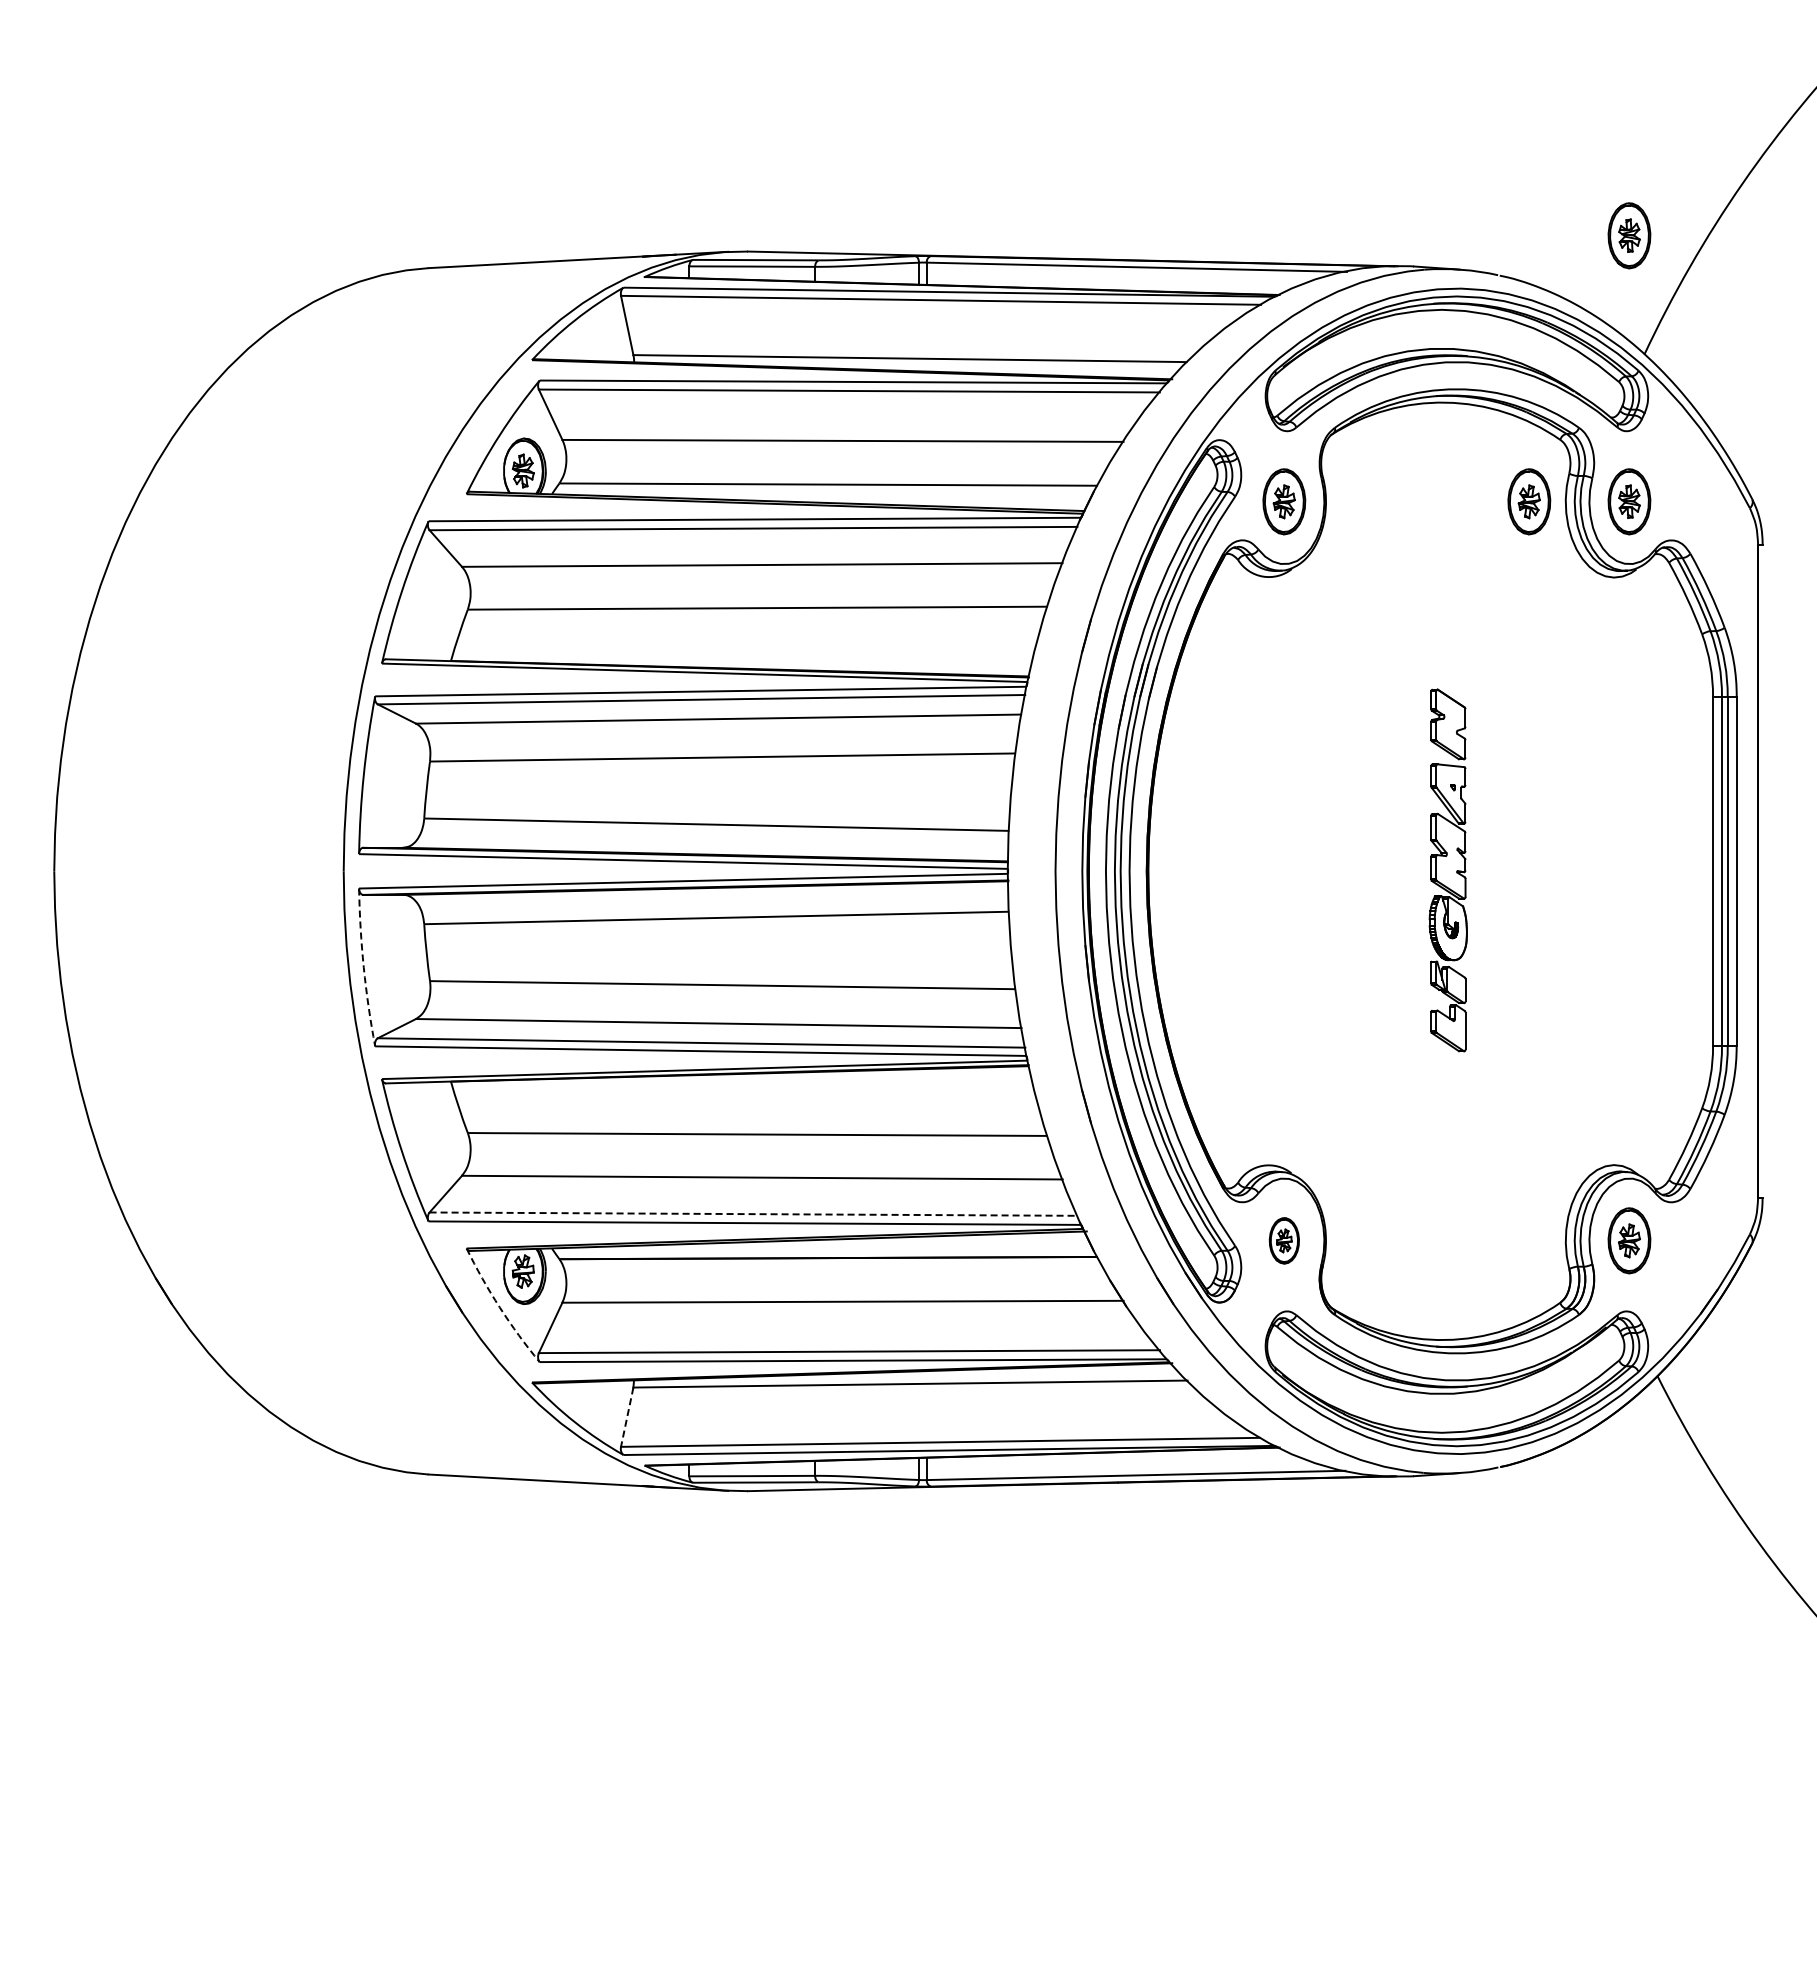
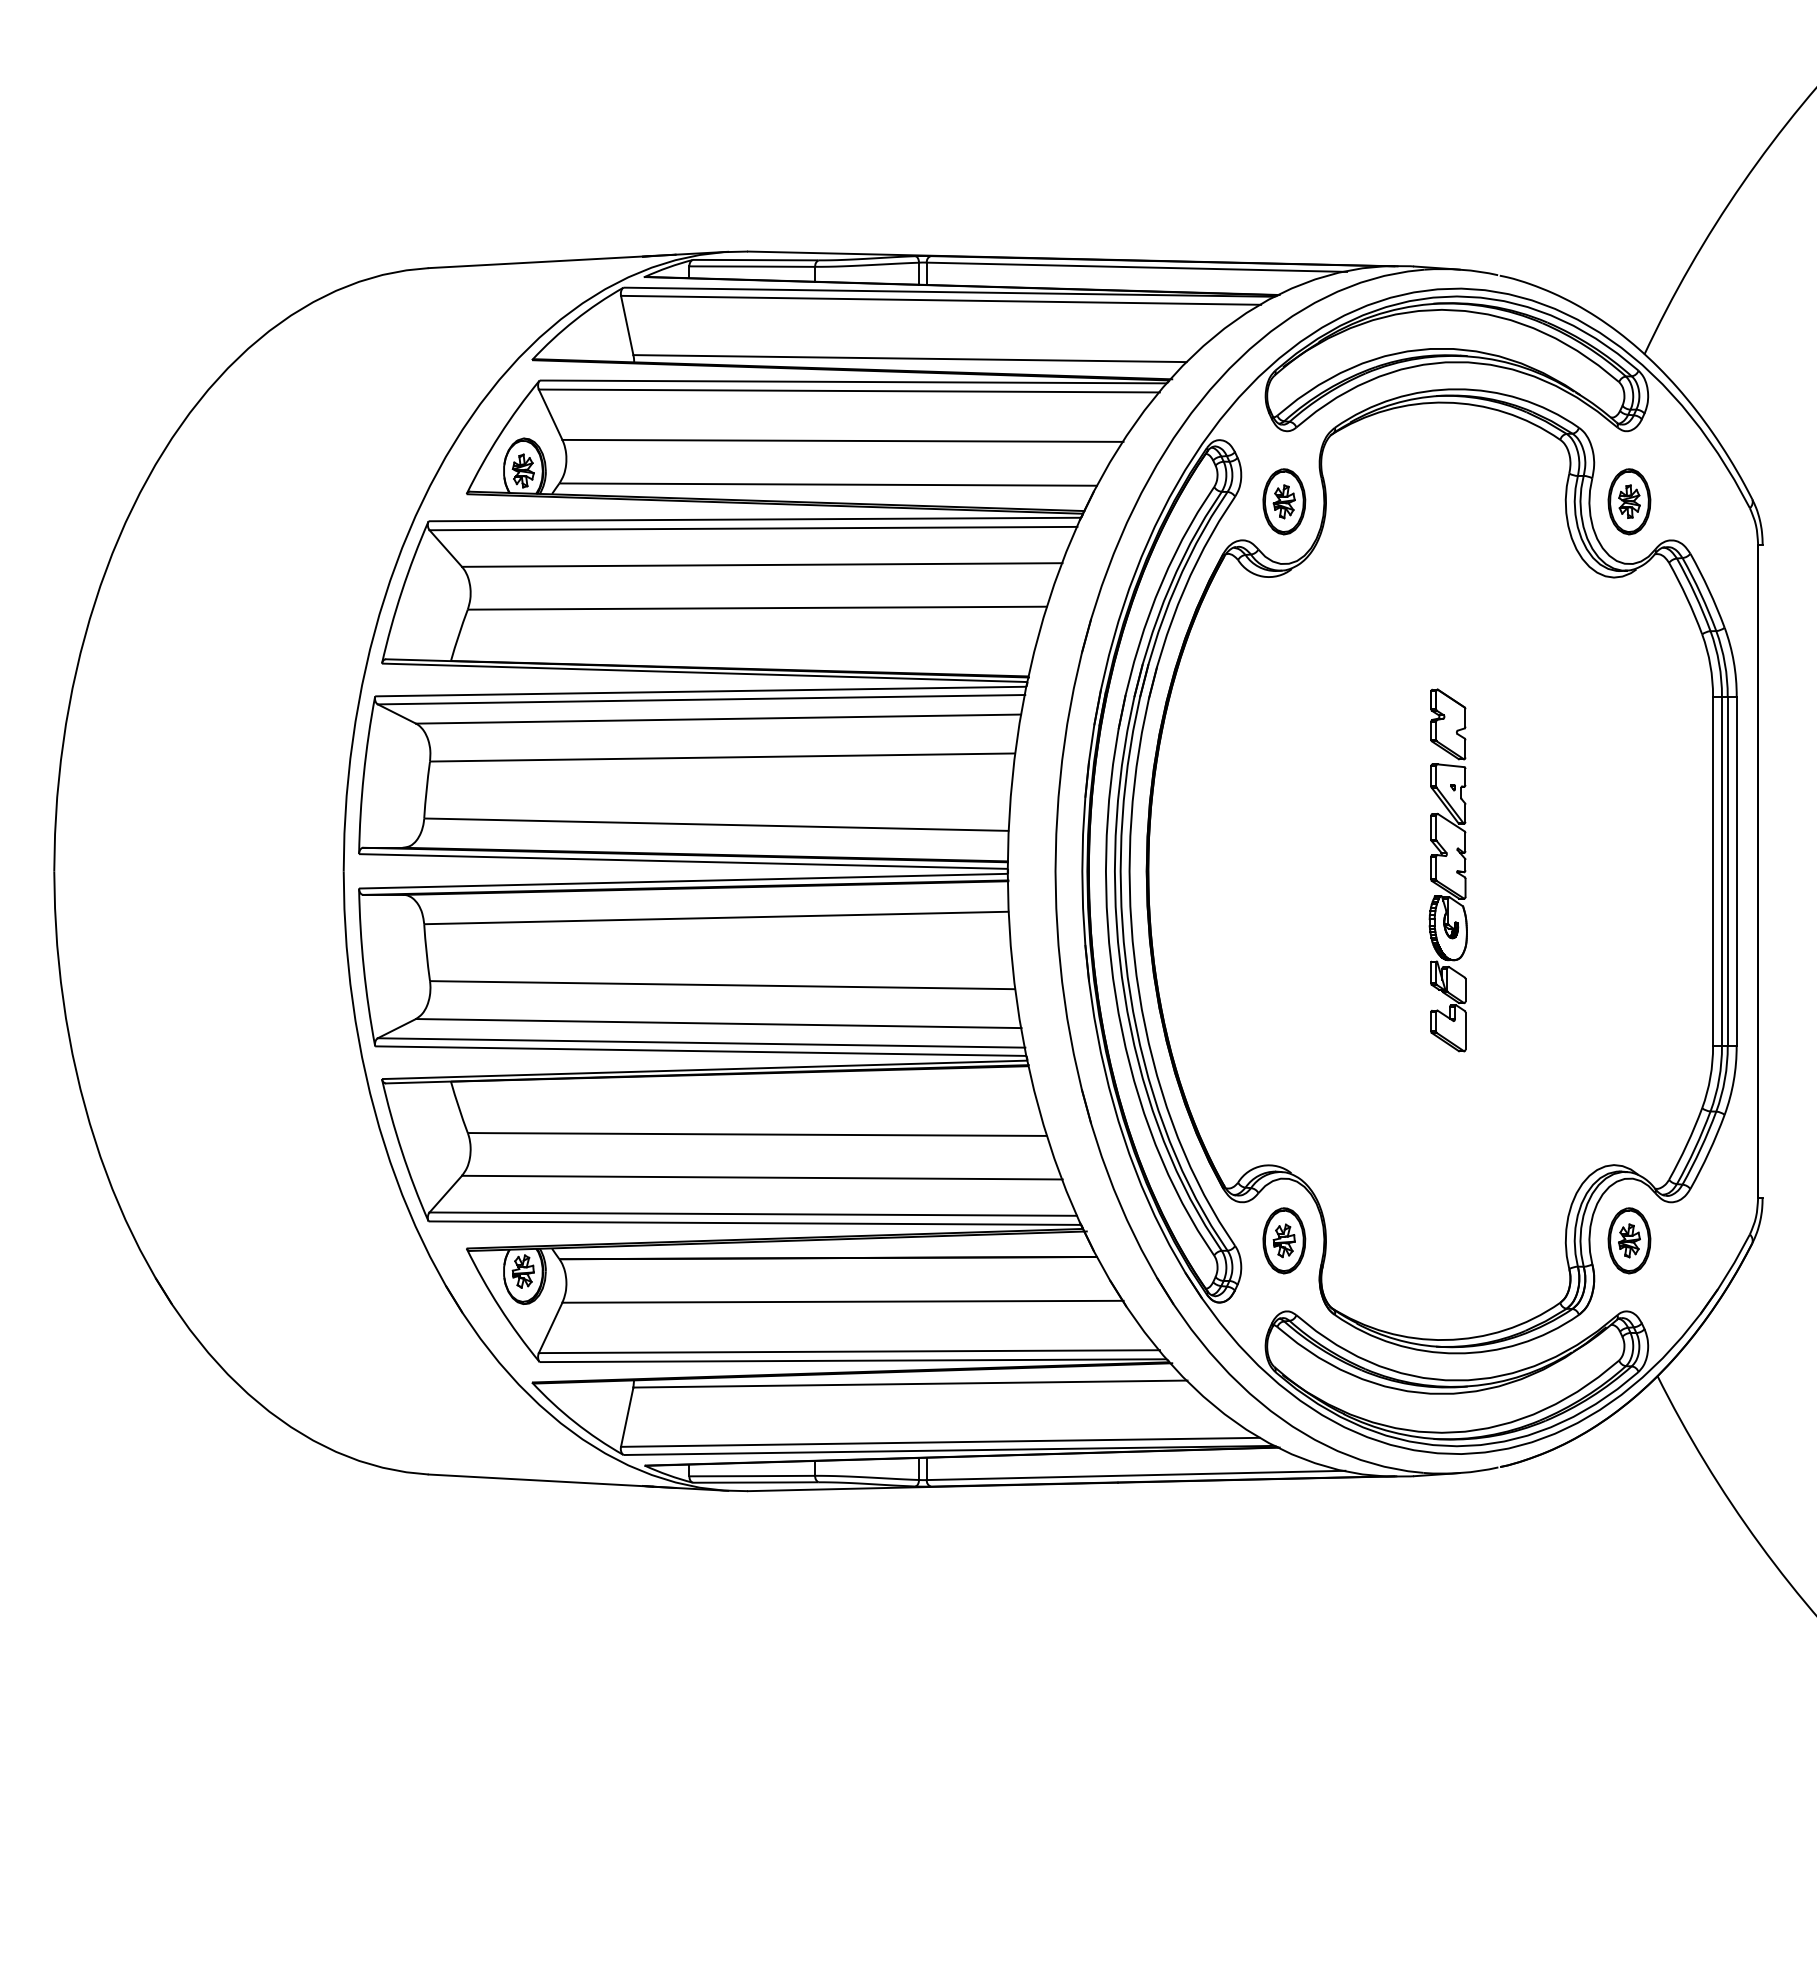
part at (1629, 235): present -> none
part at (1529, 501): present -> none
arc at (363, 967): dashed -> solid
line at (753, 1214): dashed -> solid
part at (1283, 1240) size: 32x48 px -> 45x68 px
arc at (499, 1307): dashed -> solid
line at (627, 1417): dashed -> solid
